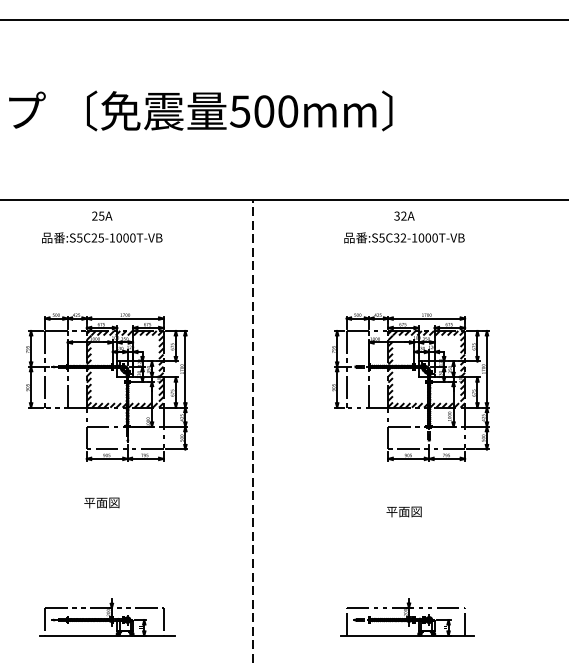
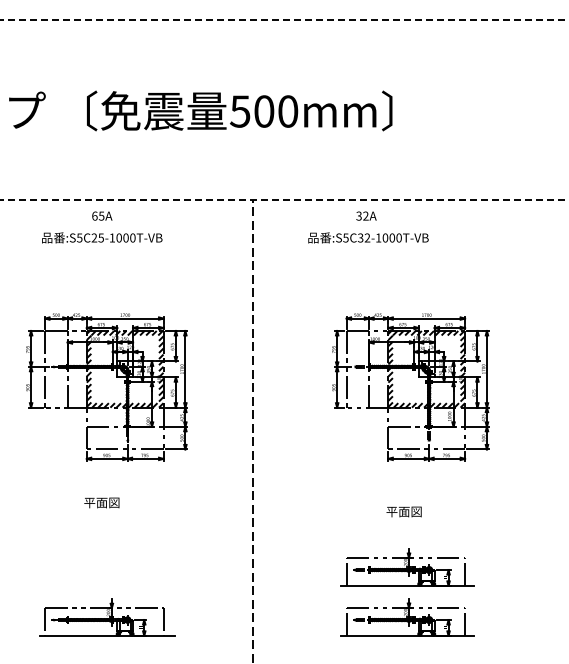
line at (284, 19): solid -> dashed
line at (284, 200): solid -> dashed
text at (94, 215): 25A -> 65A
text at (404, 215) position: (404, 215) -> (366, 215)
text at (404, 237) position: (404, 237) -> (368, 237)
part at (407, 567): none -> present
